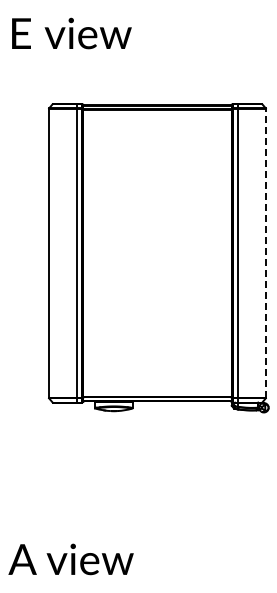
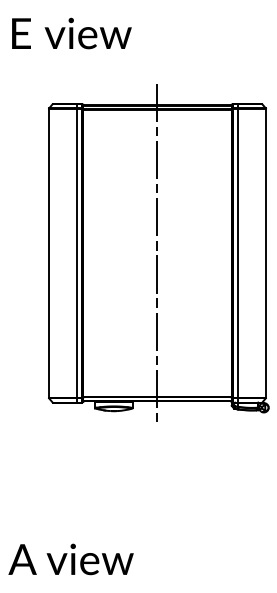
line at (157, 253): none -> present
line at (265, 253): dashed -> solid
